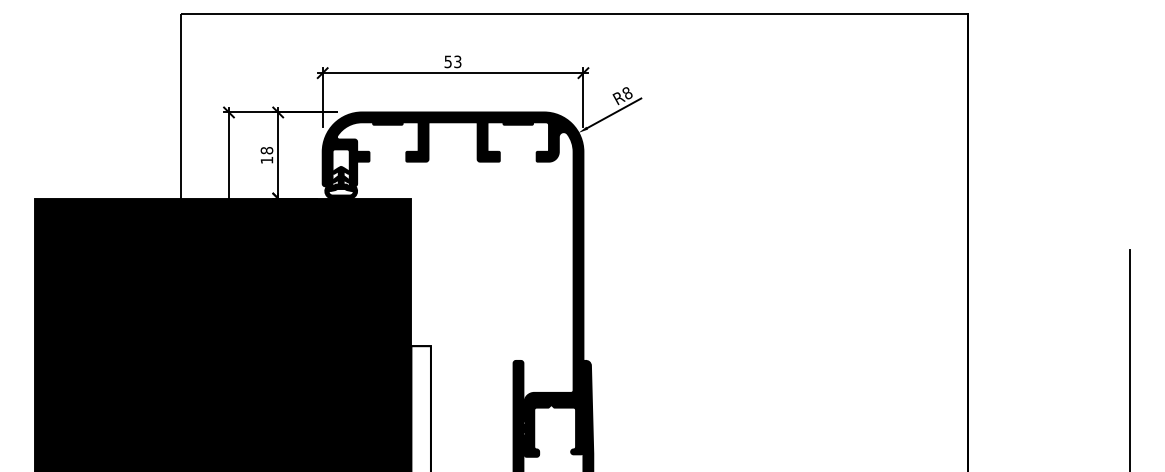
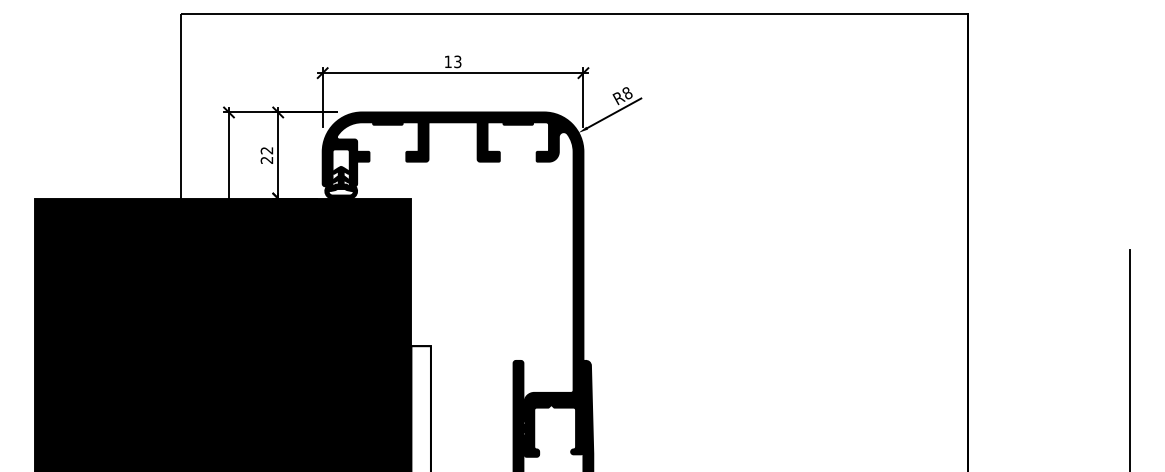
text at (447, 61): 53 -> 13
text at (266, 155): 18 -> 22
